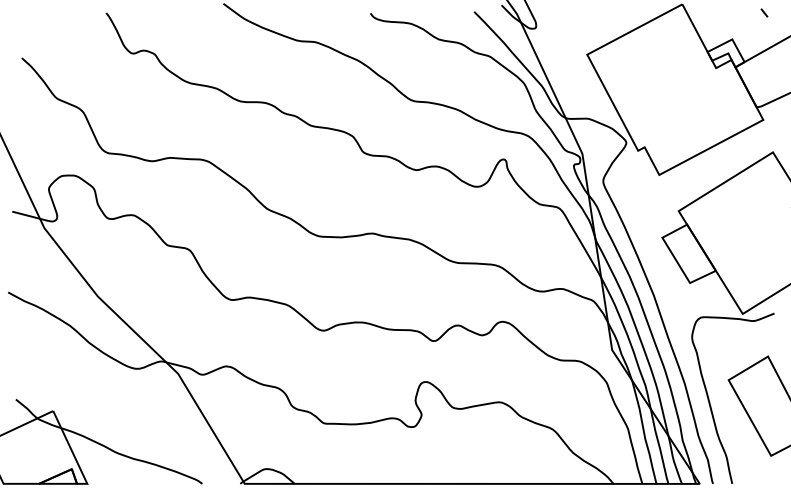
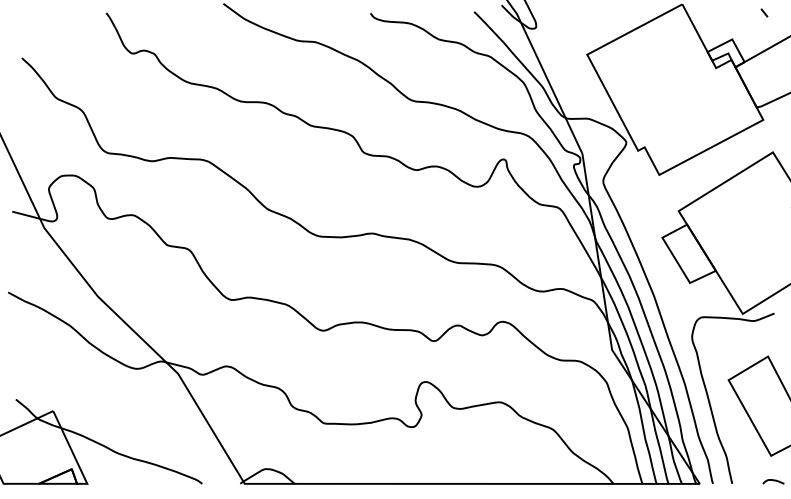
curve at (773, 481): none -> present
